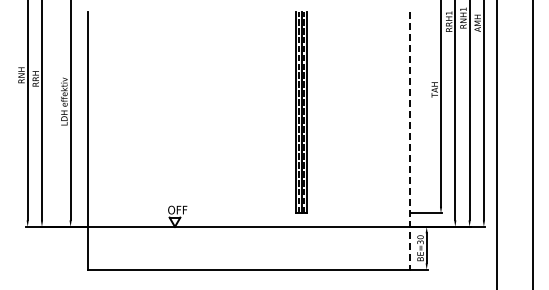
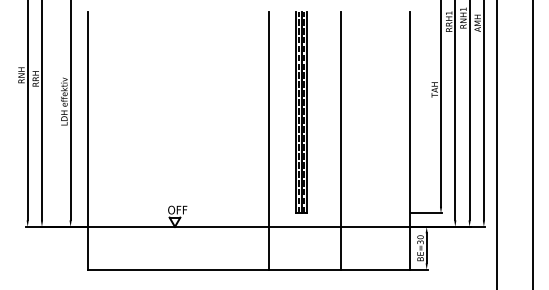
line at (269, 140): none -> present
line at (340, 140): none -> present
line at (409, 141): dashed -> solid
